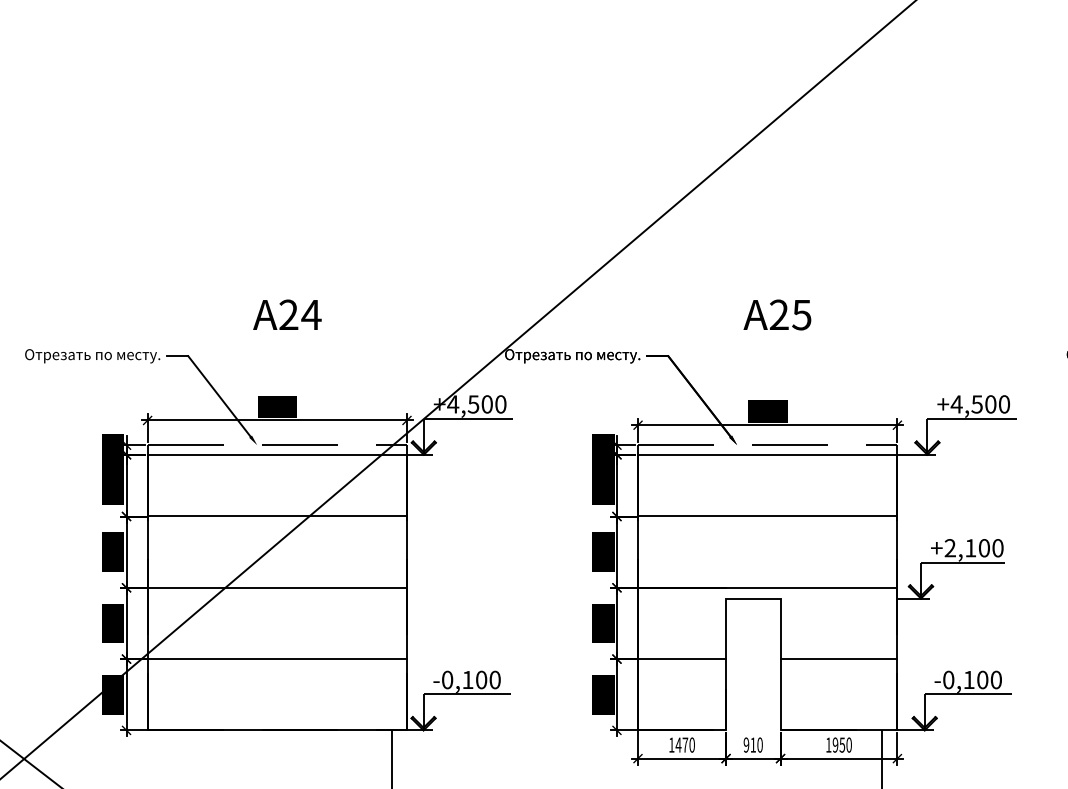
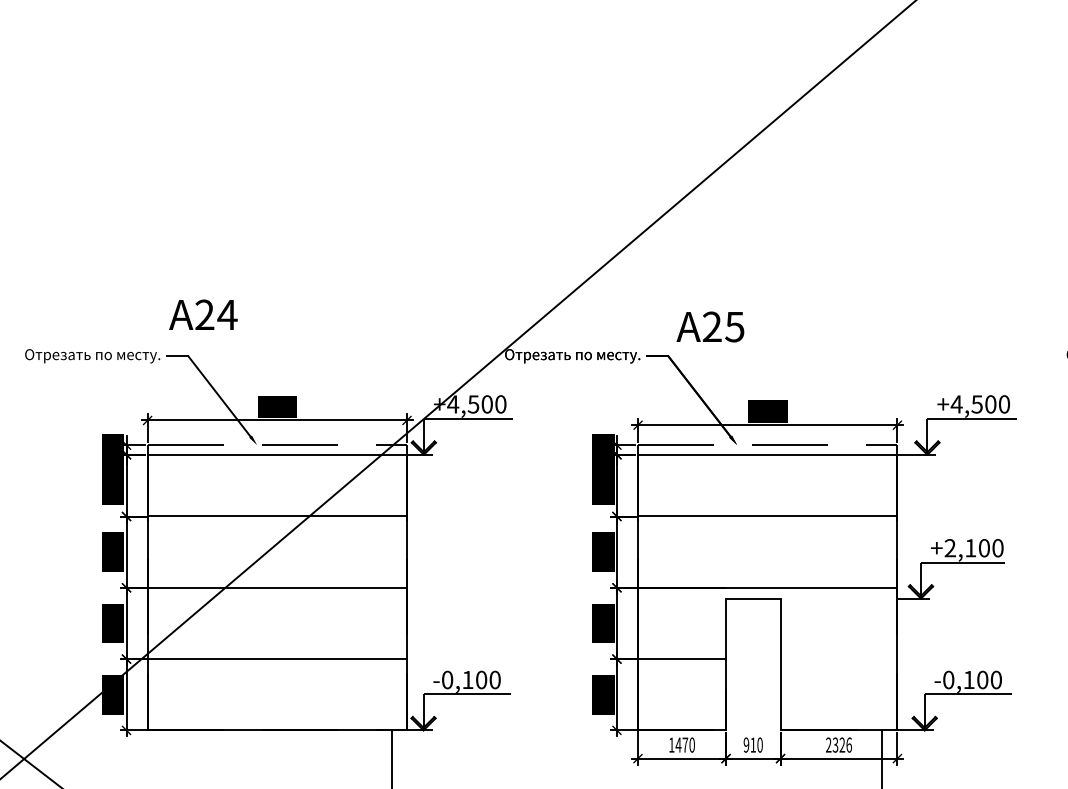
text at (287, 314) position: (287, 314) -> (203, 314)
text at (777, 314) position: (777, 314) -> (710, 326)
line at (838, 659): present -> none
text at (838, 744): 1950 -> 2326
